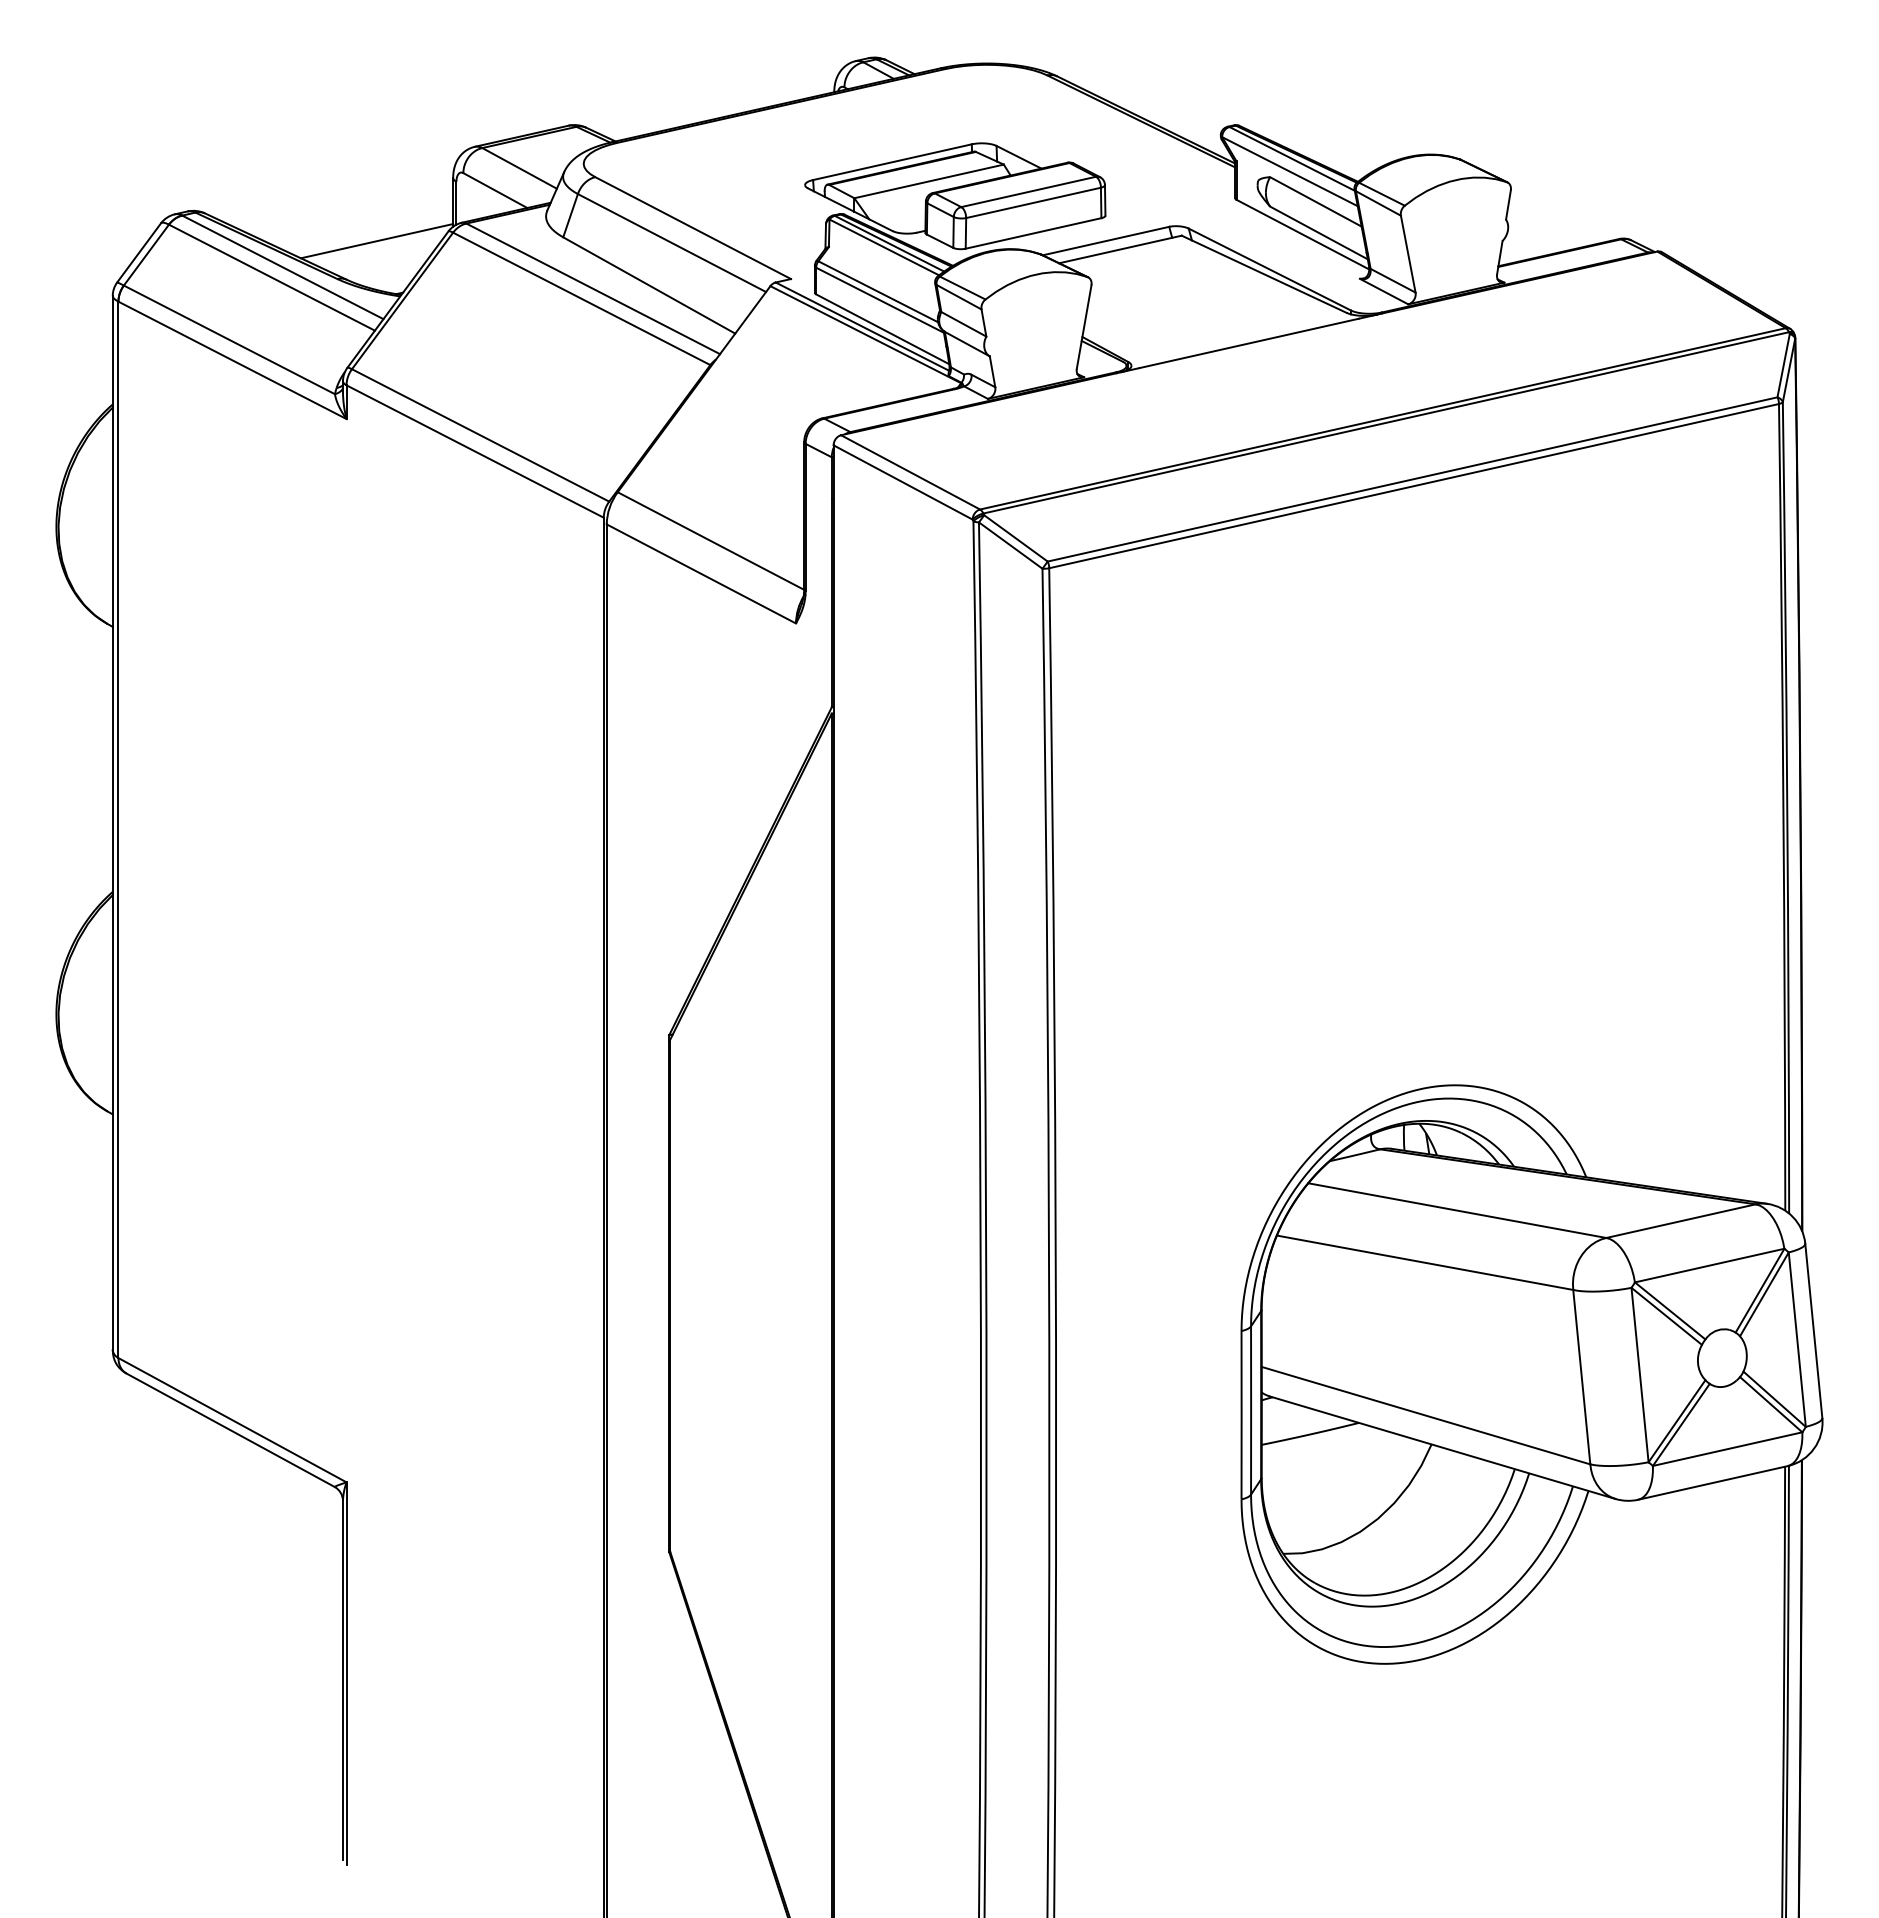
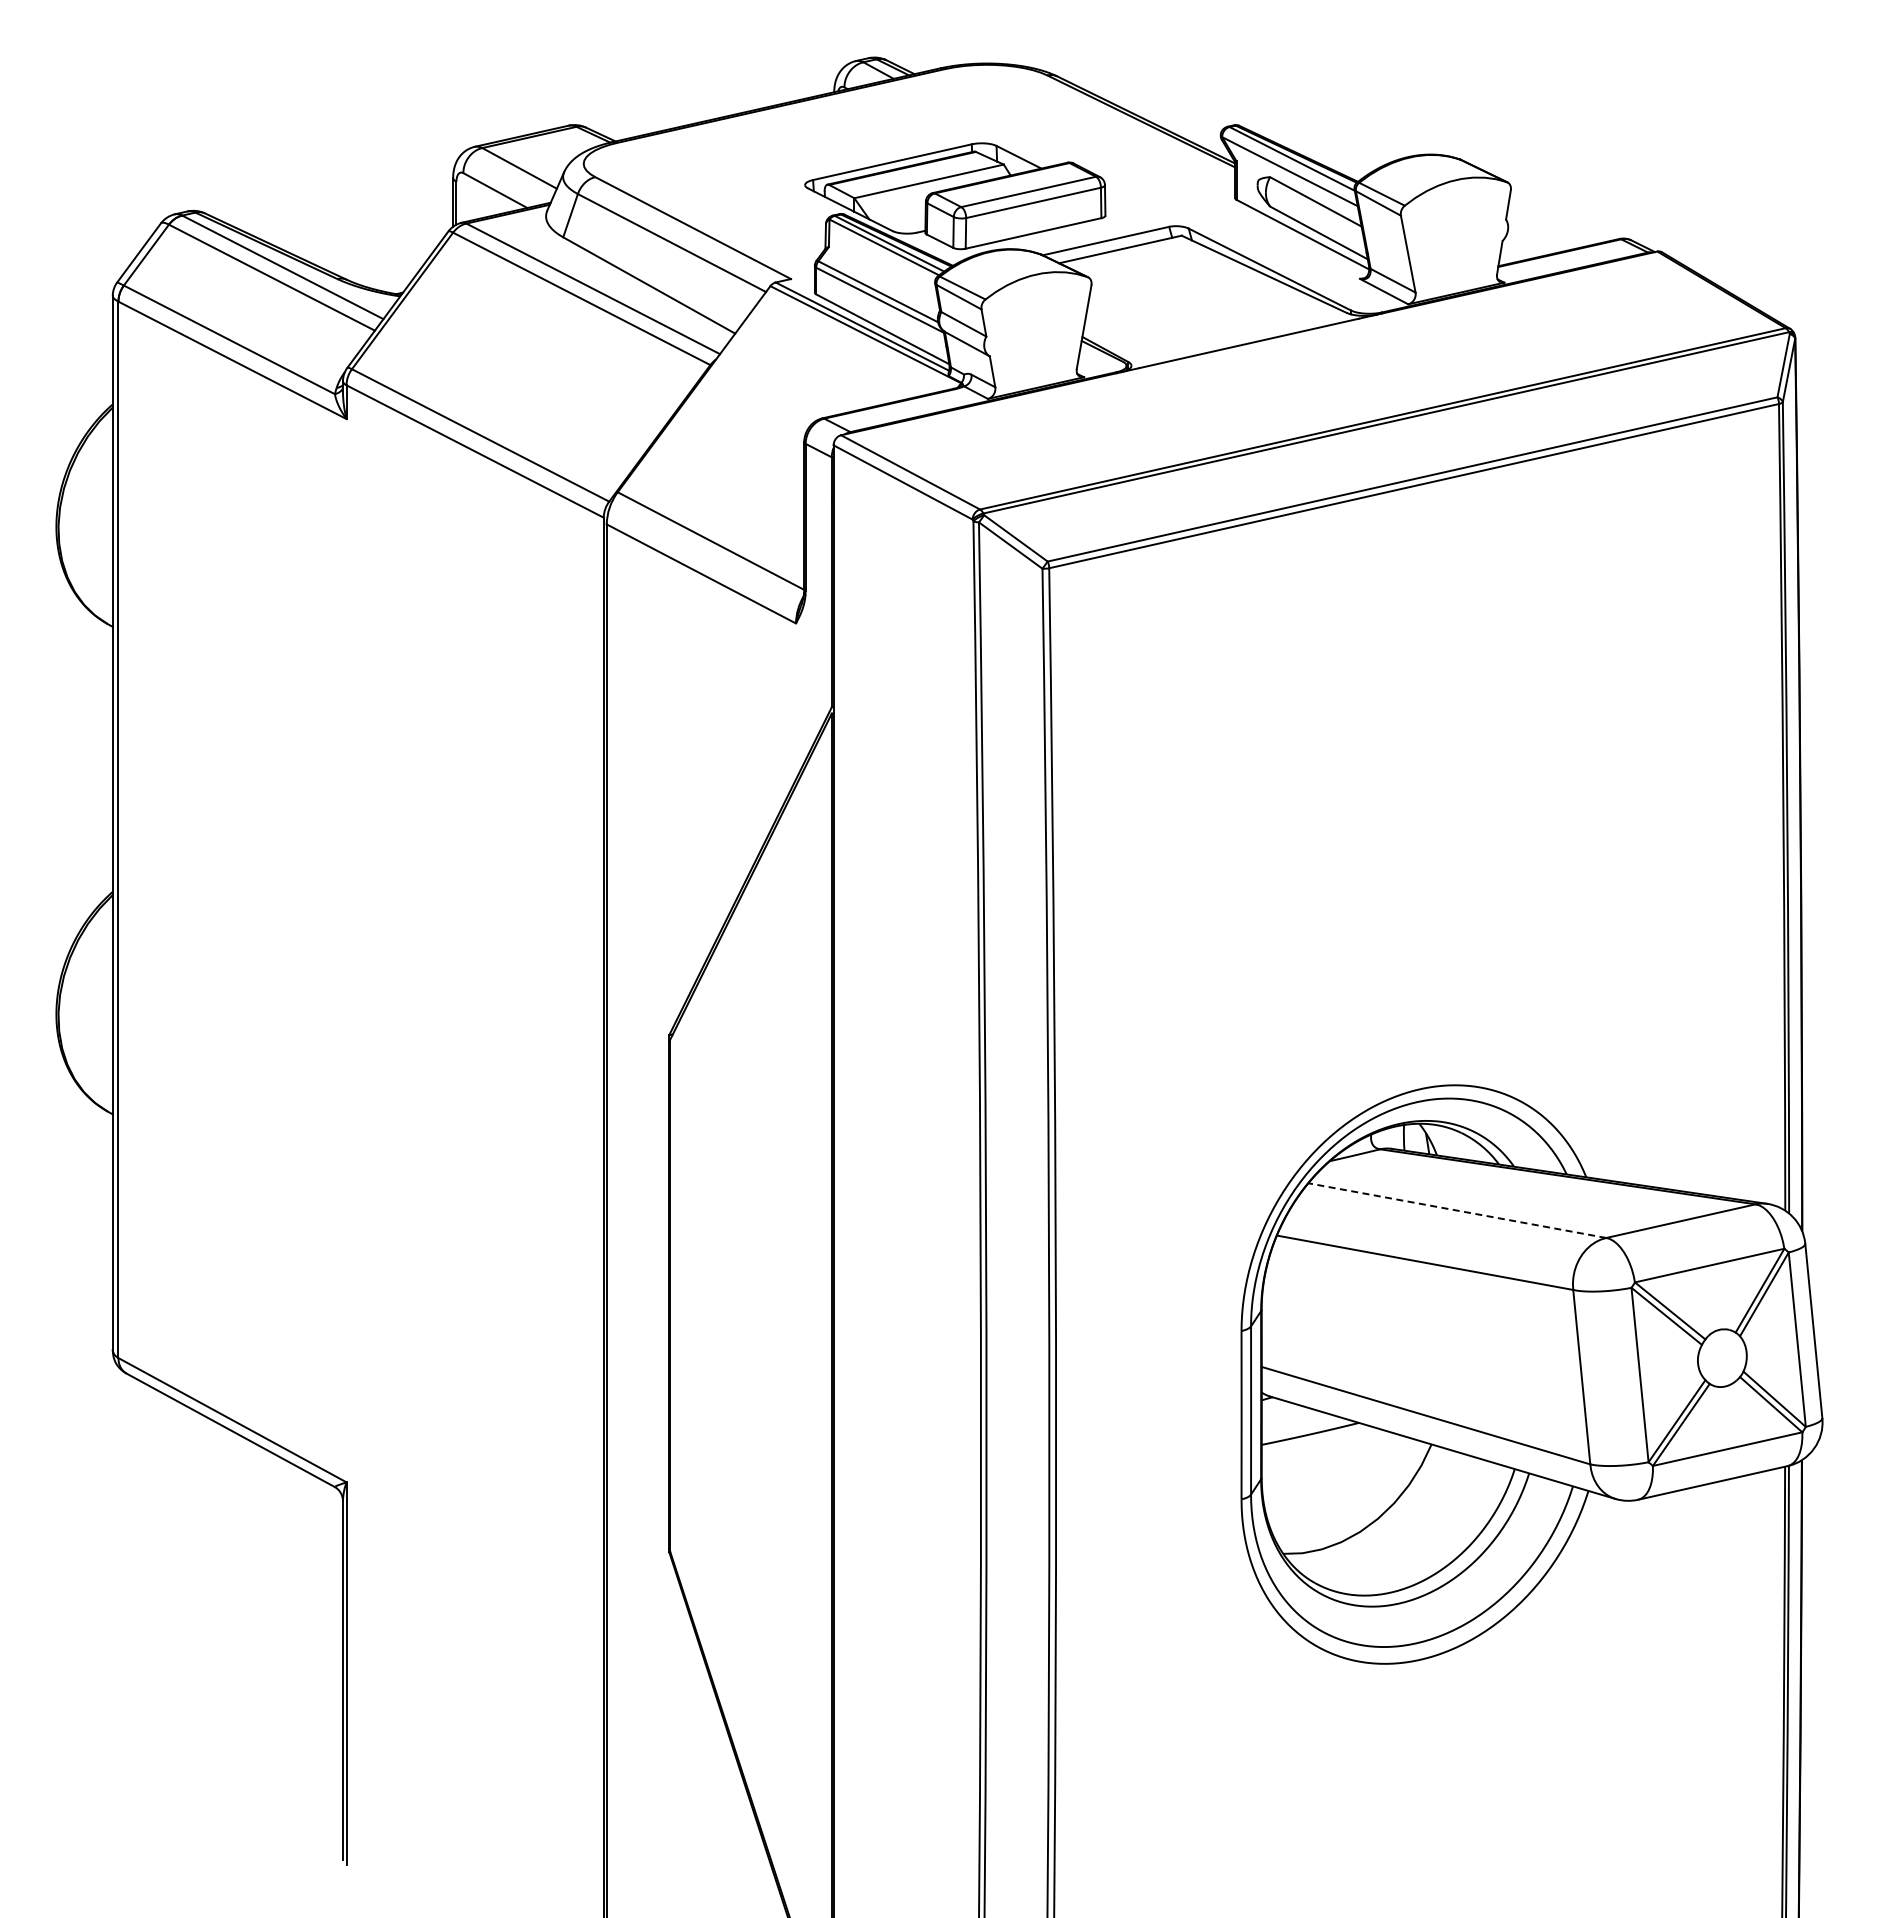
line at (376, 241): present -> none
line at (1456, 1210): solid -> dashed
